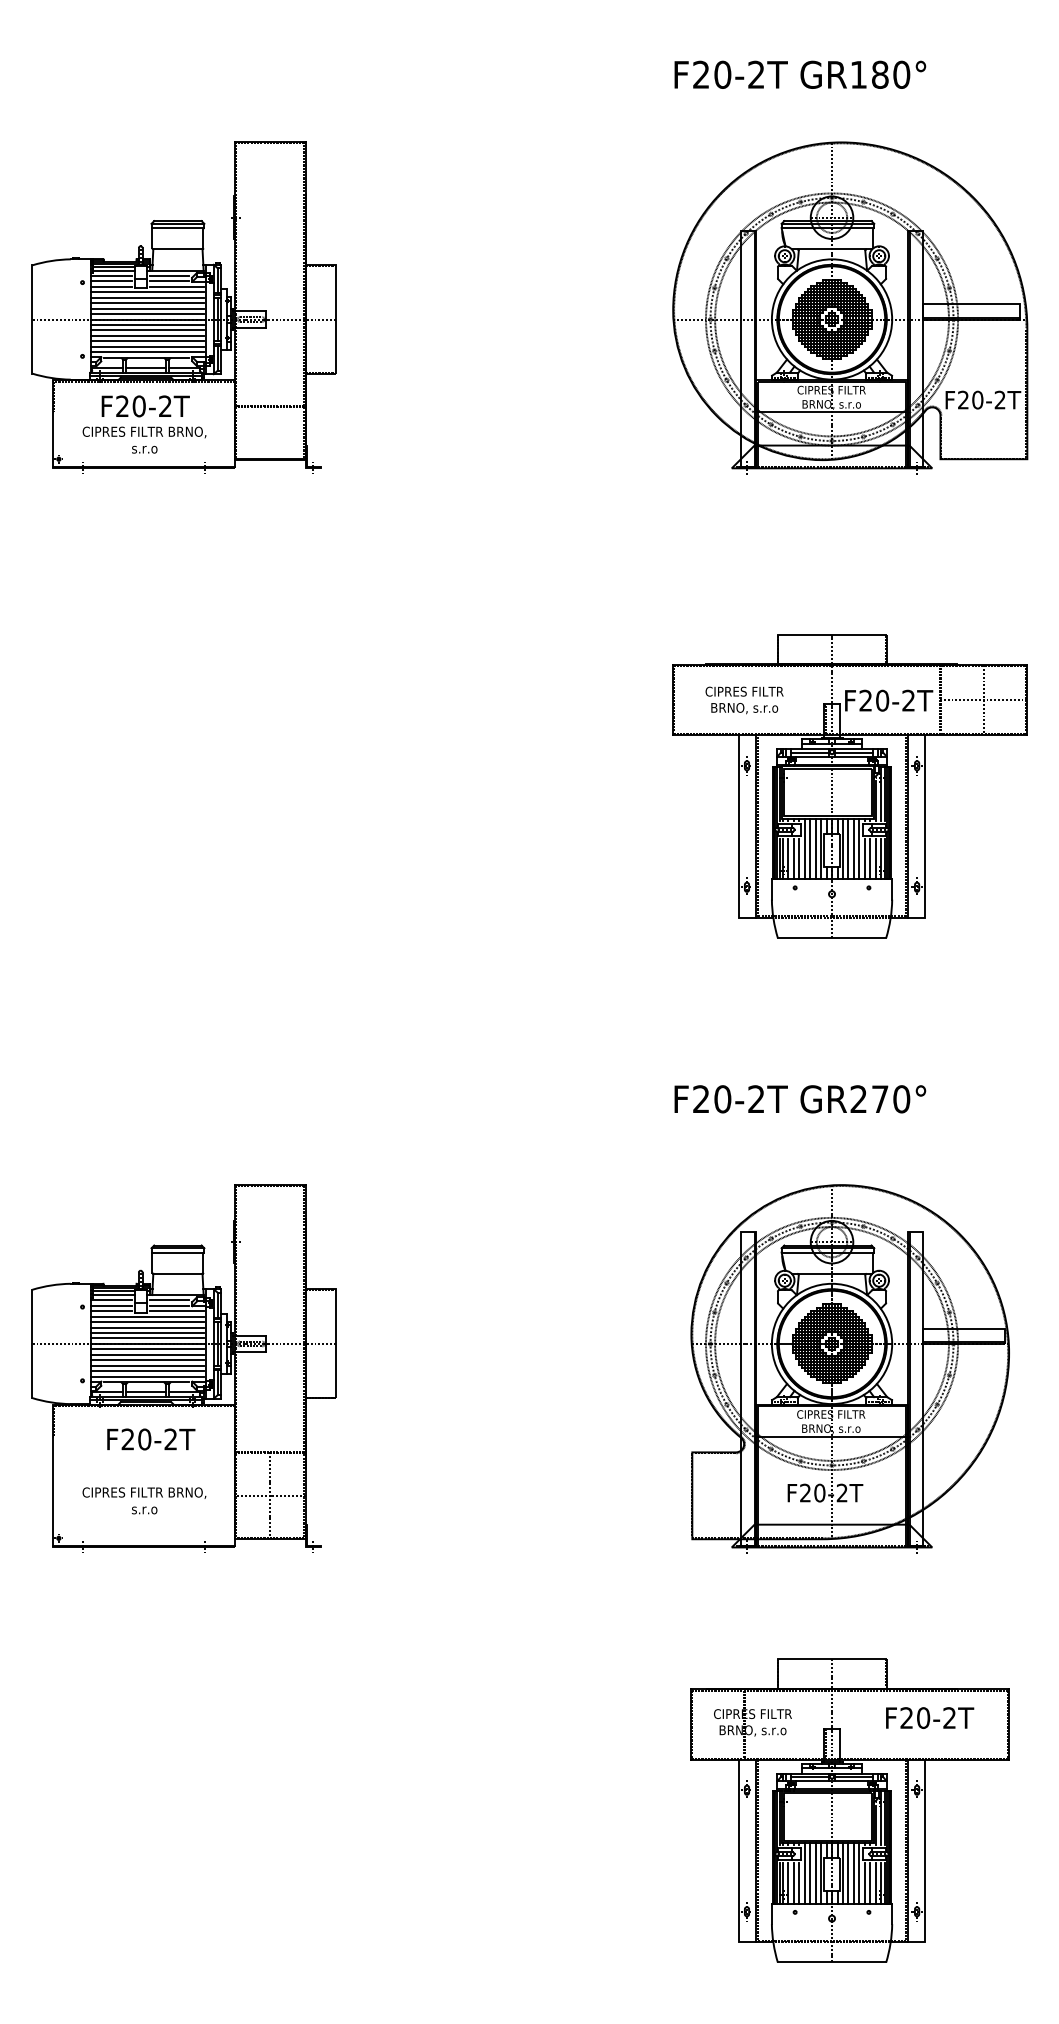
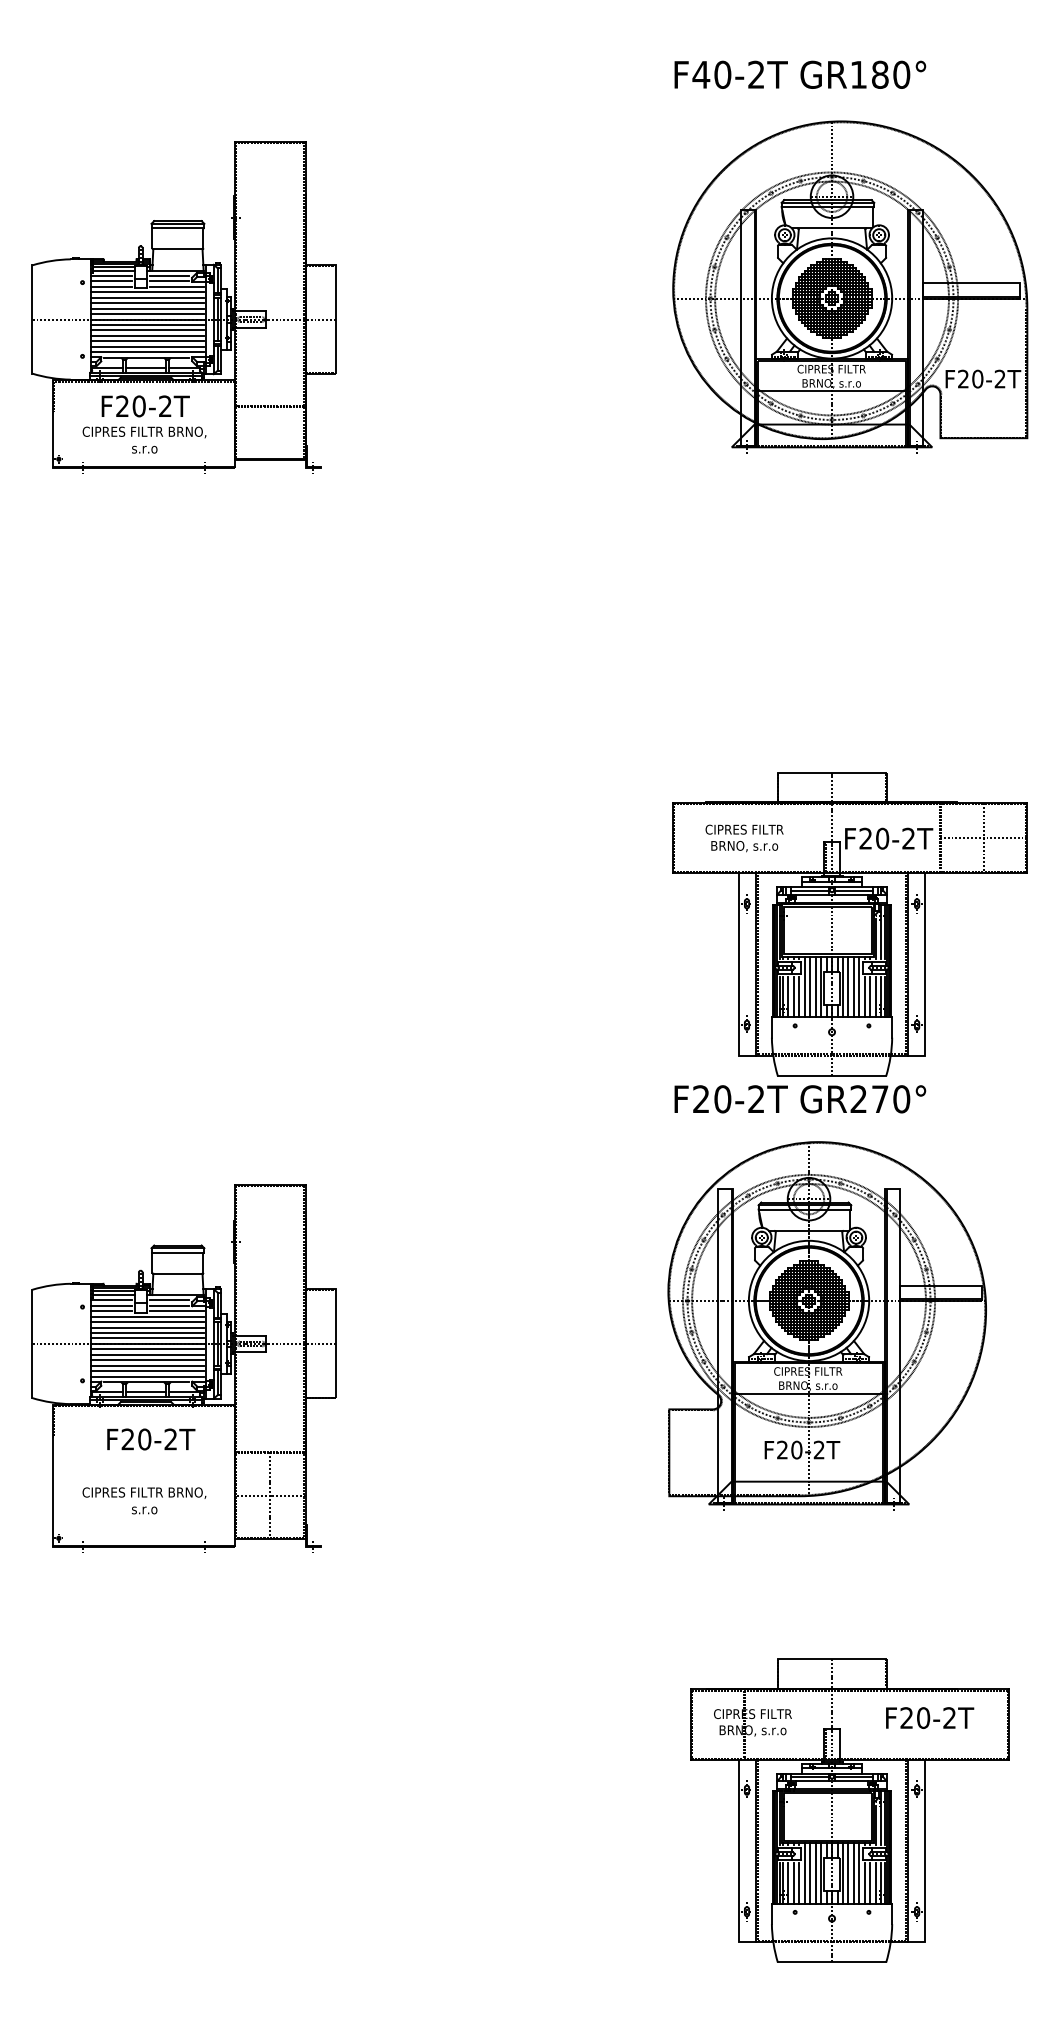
text at (701, 74): F20-2T -> F40-2T
part at (850, 307) position: (850, 307) -> (850, 286)
part at (849, 786) position: (849, 786) -> (849, 924)
part at (849, 1368) position: (849, 1368) -> (826, 1325)
